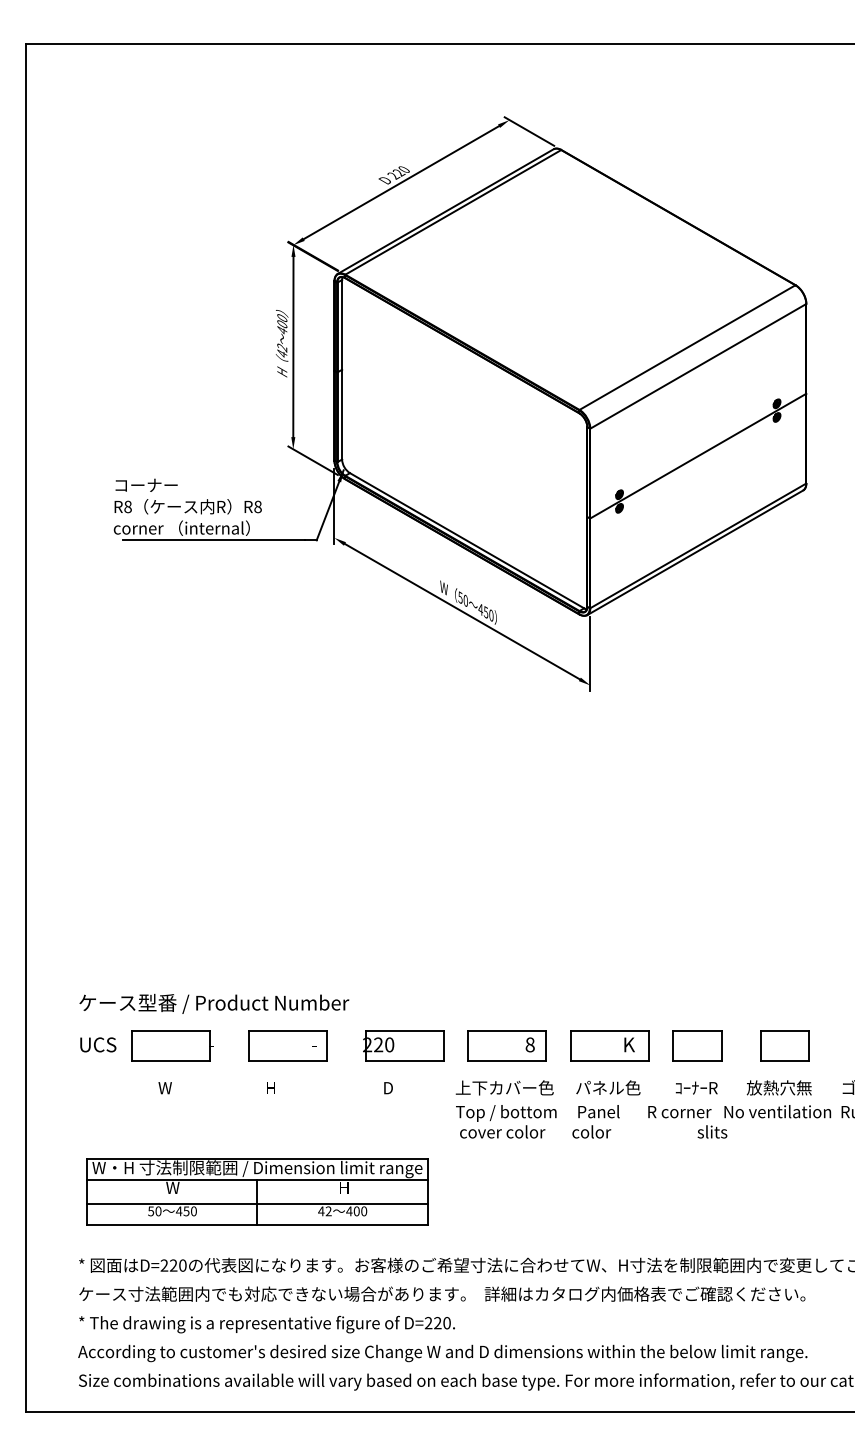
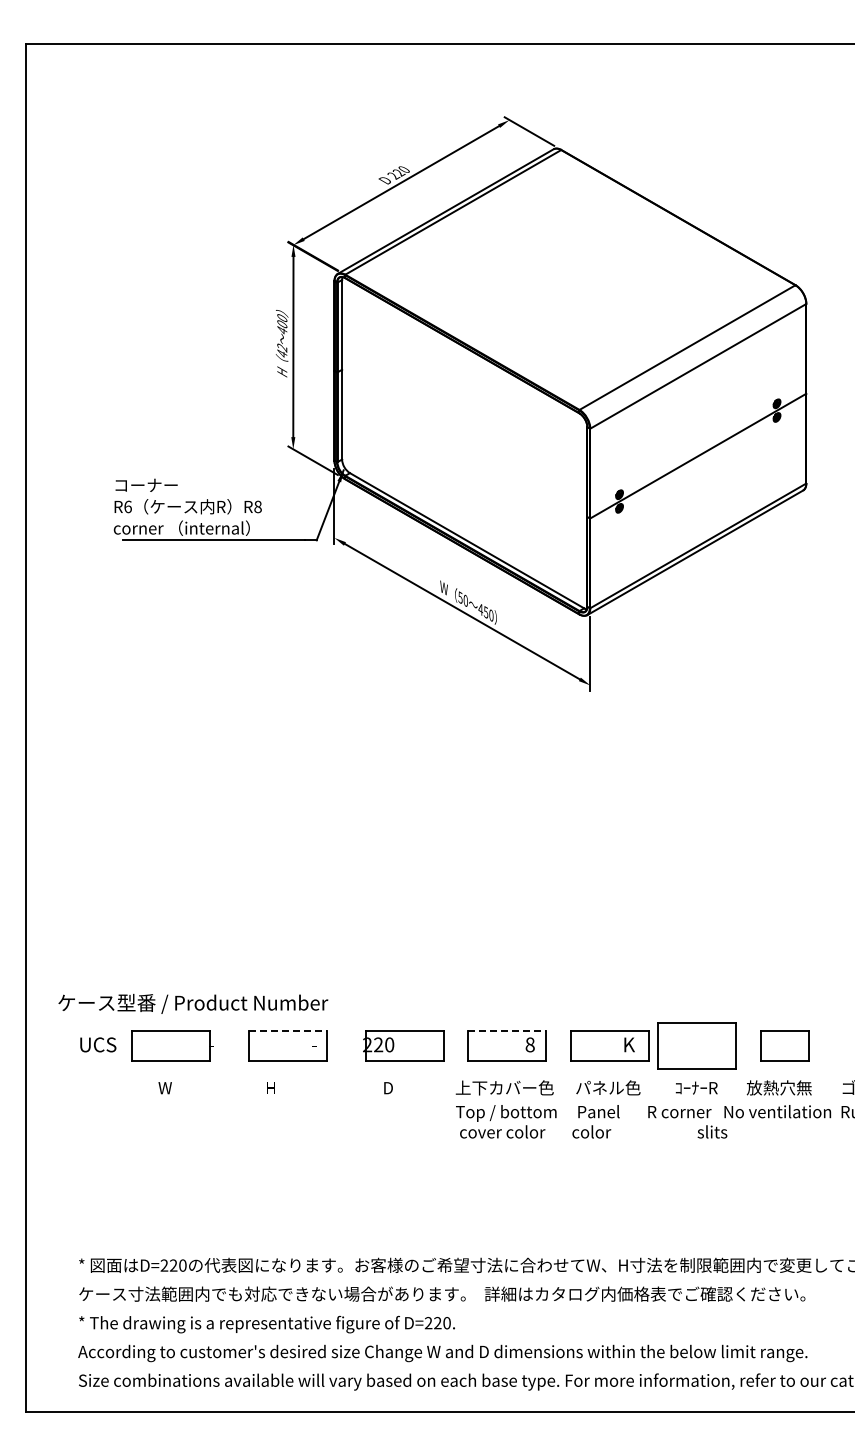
text at (127, 506): R8 -> R6
text at (214, 1003) position: (214, 1003) -> (193, 1003)
line at (288, 1031): solid -> dashed
line at (507, 1031): solid -> dashed
part at (697, 1045) size: 51x32 px -> 80x48 px
part at (257, 1191): present -> none
